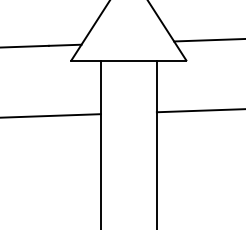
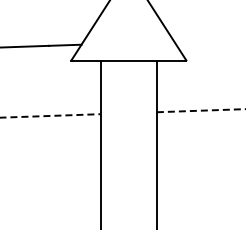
line at (208, 40): present -> none
line at (201, 110): solid -> dashed
line at (51, 115): solid -> dashed
